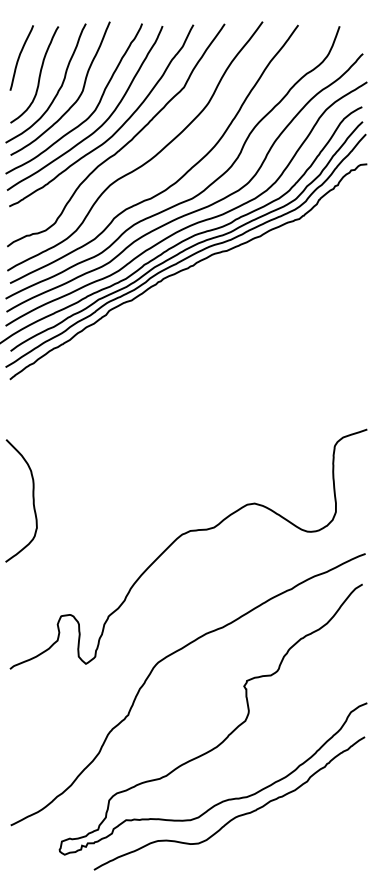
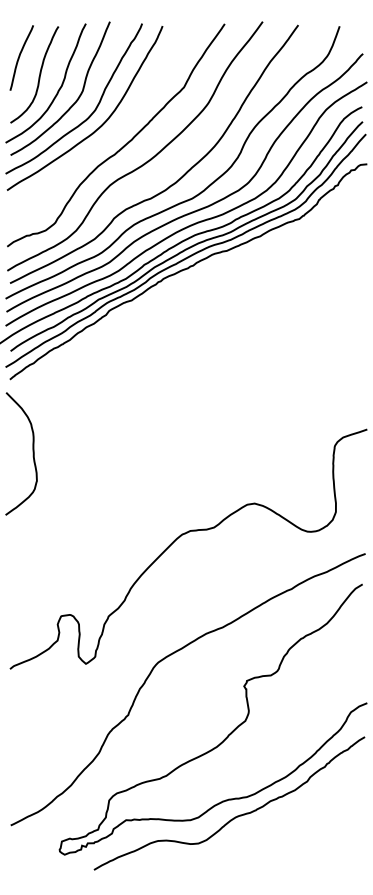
curve at (116, 130): present -> none
curve at (32, 500) position: (32, 500) -> (32, 453)
